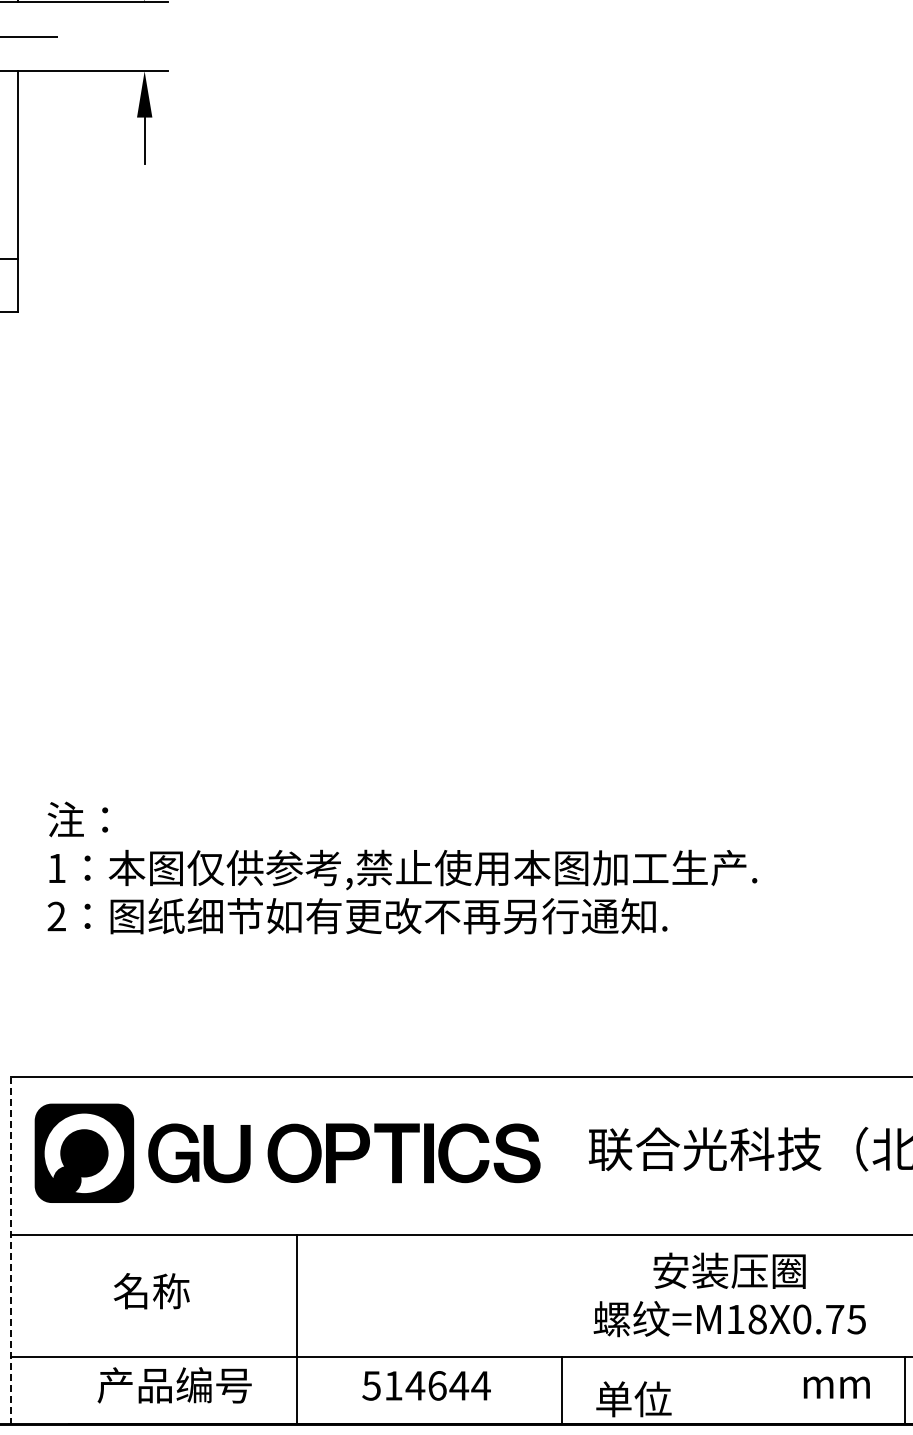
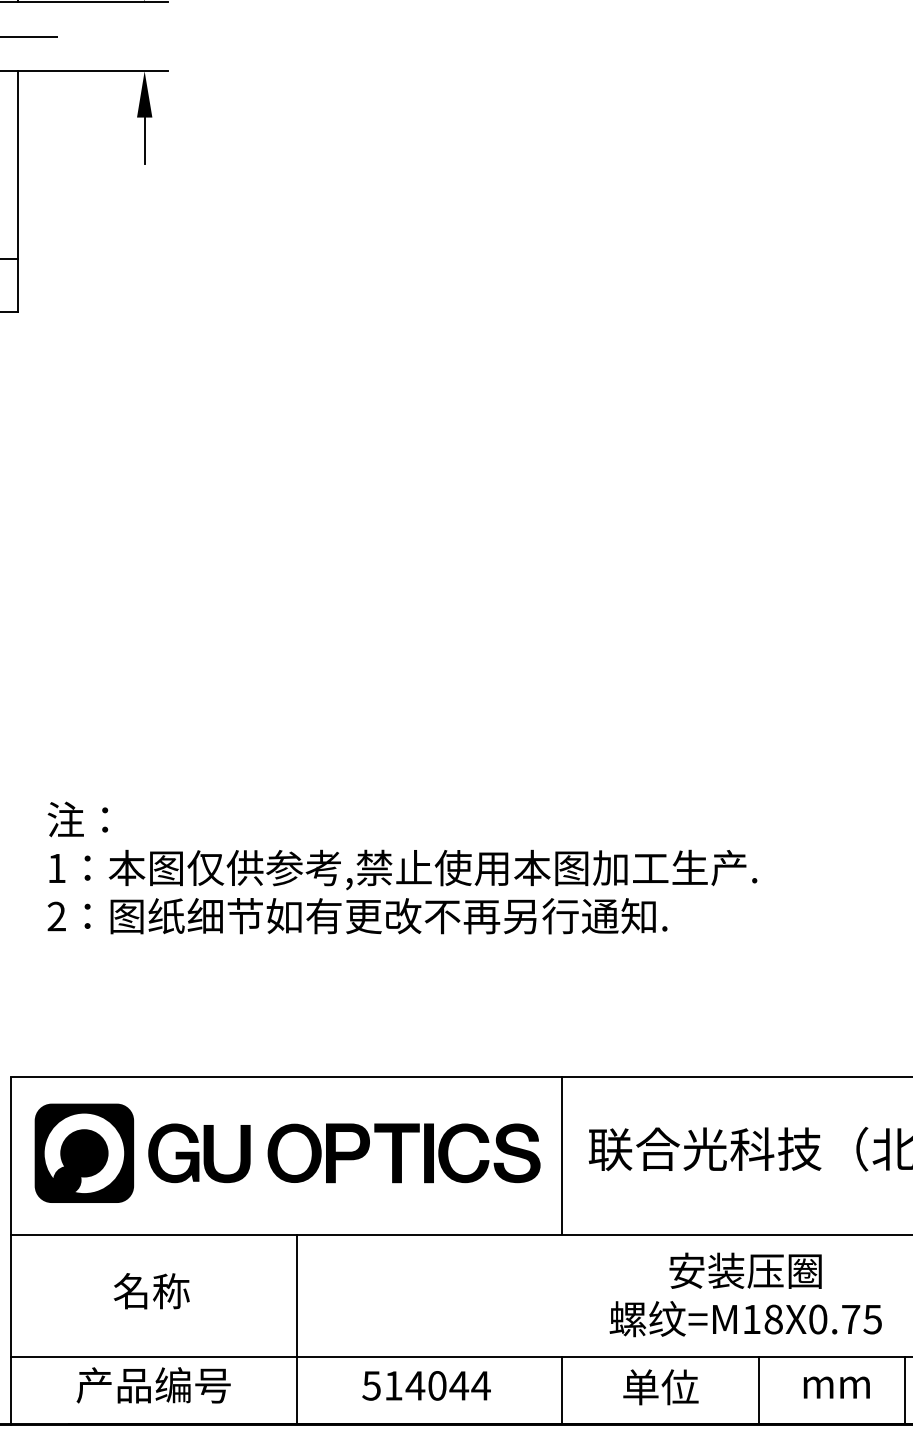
line at (561, 1155): none -> present
line at (10, 1250): dashed -> solid
text at (729, 1294) position: (729, 1294) -> (745, 1294)
text at (174, 1385) position: (174, 1385) -> (153, 1385)
text at (437, 1385): 514644 -> 514044
line at (759, 1390): none -> present
text at (633, 1399) position: (633, 1399) -> (660, 1387)
